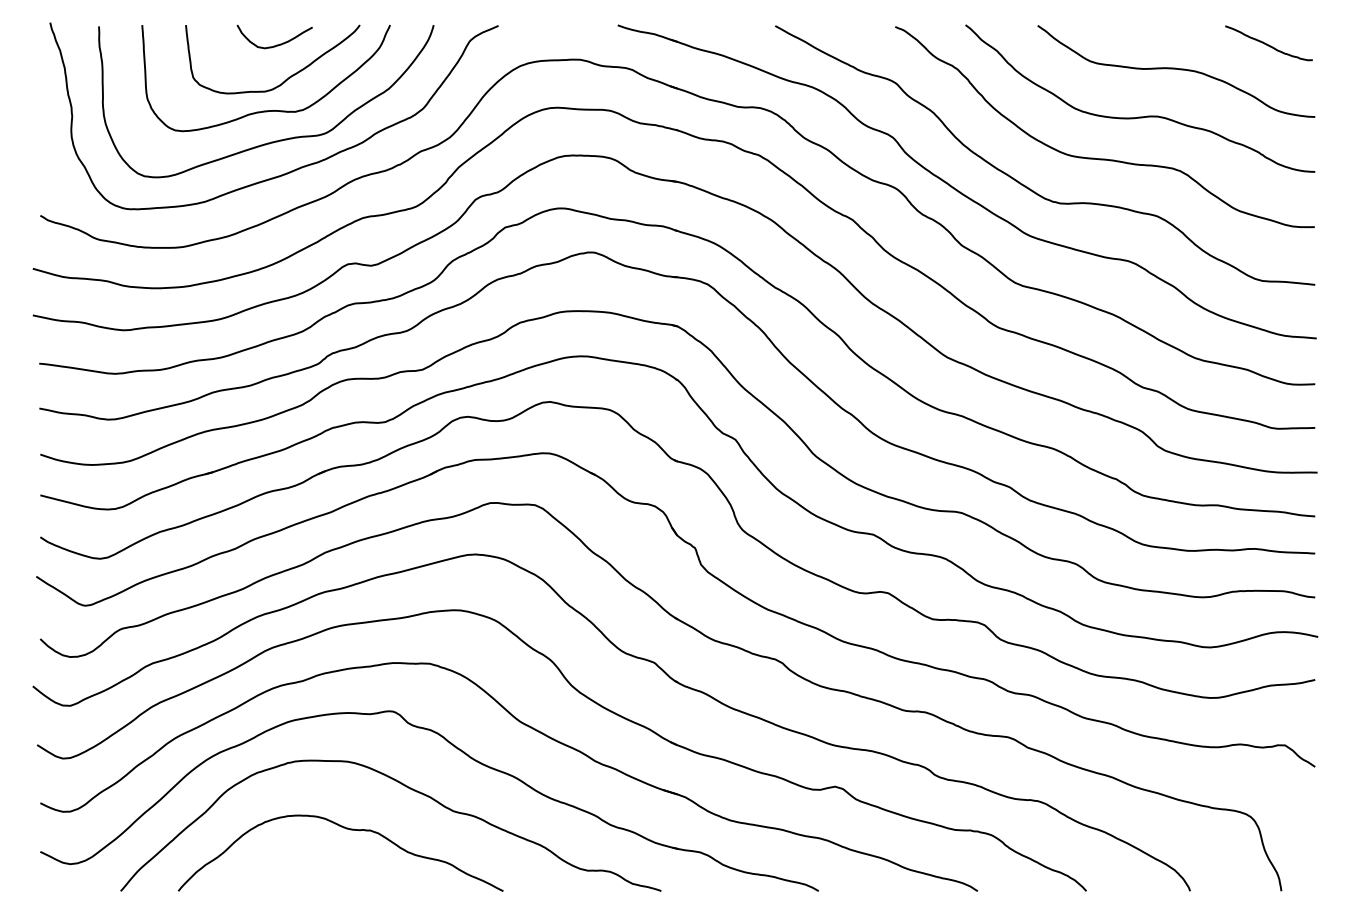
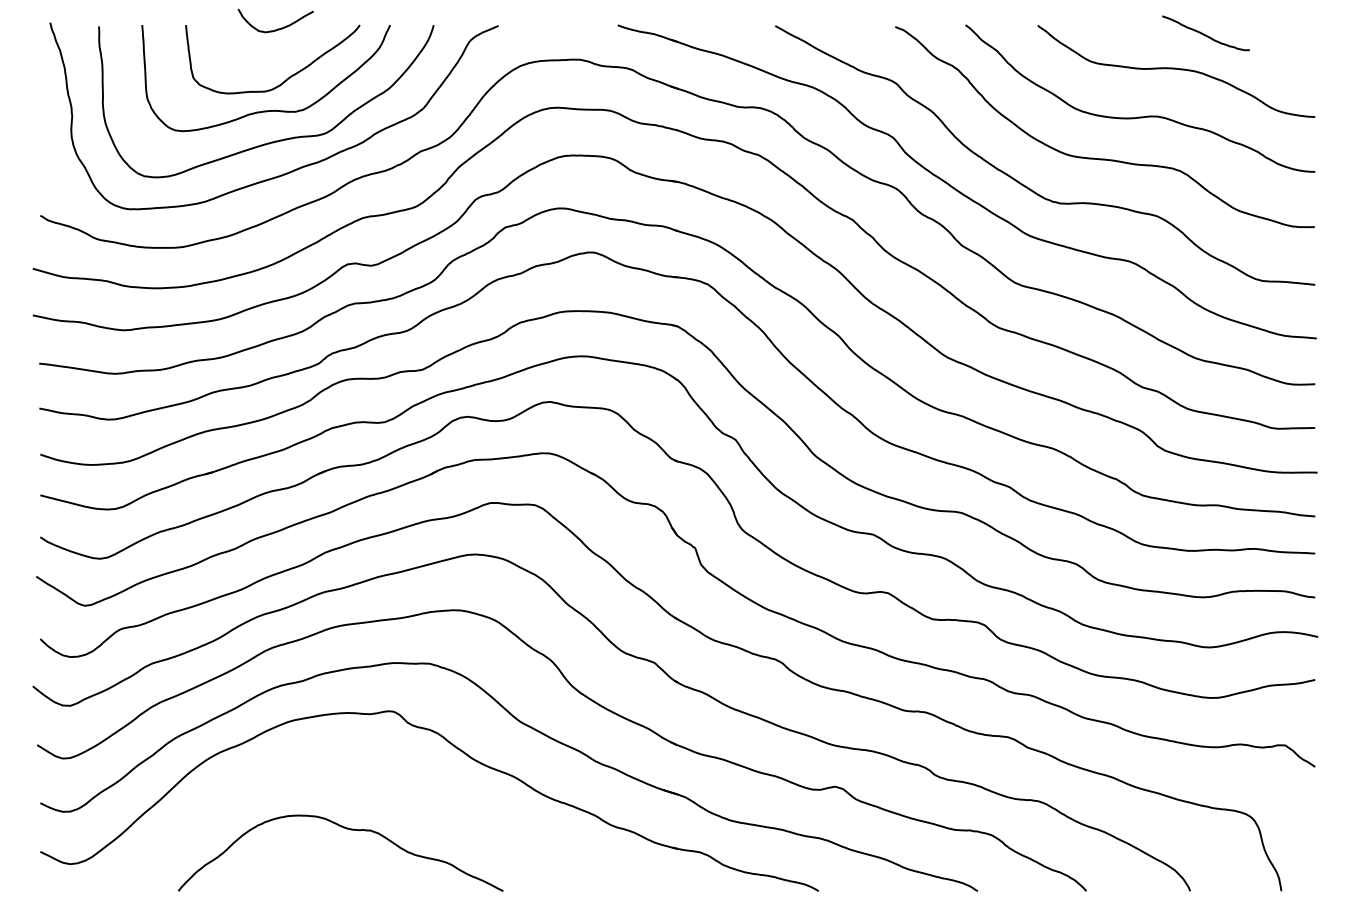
curve at (1267, 43) position: (1267, 43) -> (1204, 33)
curve at (276, 44) position: (276, 44) -> (277, 28)
curve at (408, 788): present -> none
